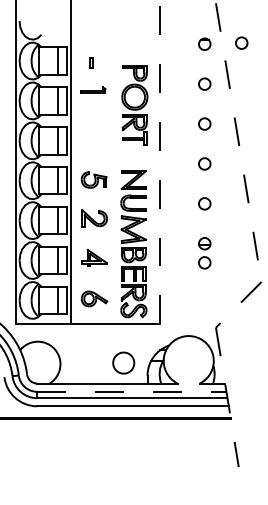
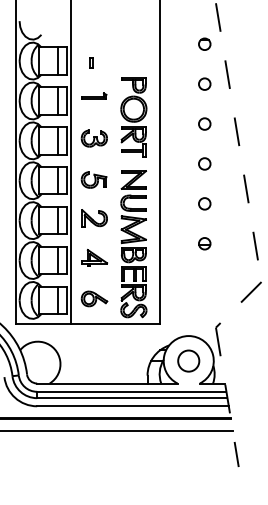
circle at (241, 42): present -> none
part at (93, 89) position: (93, 89) -> (94, 95)
part at (134, 105) position: (134, 105) -> (133, 117)
part at (93, 138): none -> present
line at (160, 161): dashed -> solid
circle at (204, 262): present -> none
circle at (123, 362) position: (123, 362) -> (188, 360)
line at (131, 391): dashed -> solid
line at (117, 430): none -> present
